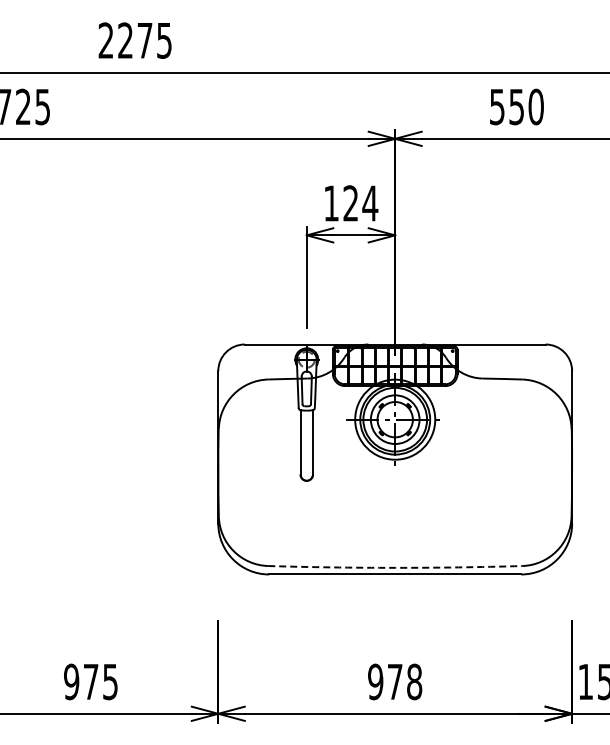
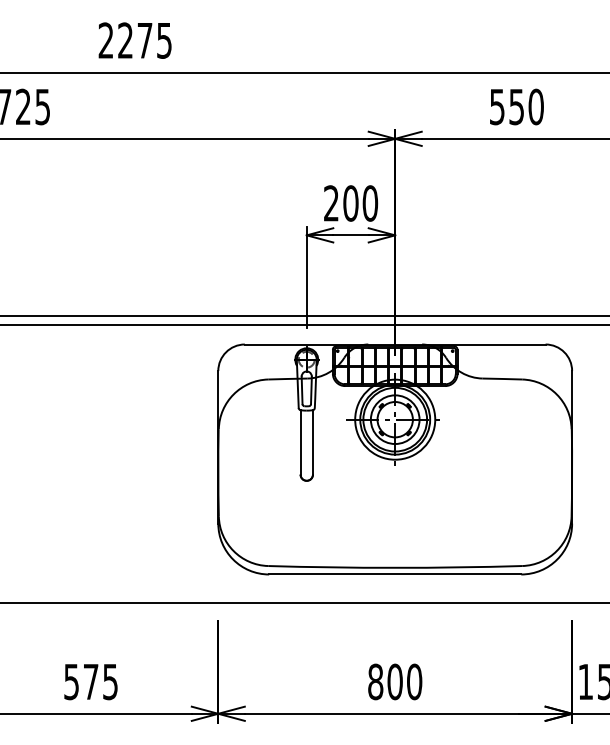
text at (351, 203): 124 -> 200
line at (304, 315): none -> present
line at (304, 324): none -> present
arc at (395, 567): dashed -> solid
line at (304, 603): none -> present
text at (71, 681): 975 -> 575
text at (395, 681): 978 -> 800
